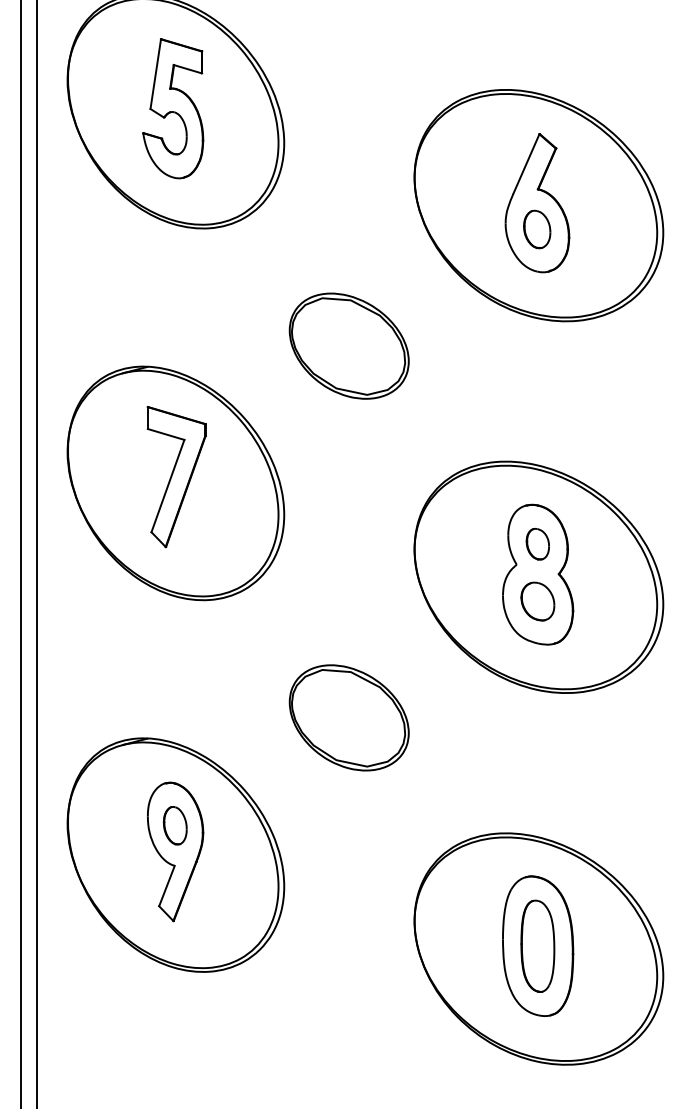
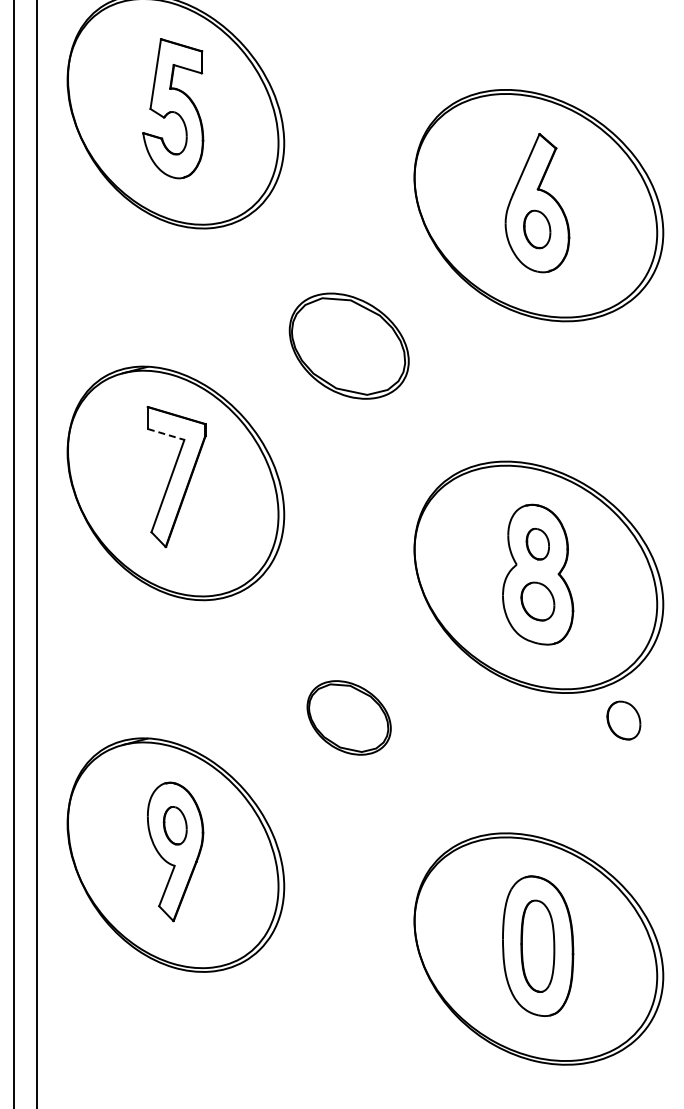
line at (166, 434): solid -> dashed
line at (20, 553) position: (20, 553) -> (13, 553)
part at (348, 717) size: 122x108 px -> 86x76 px
part at (623, 720): none -> present
